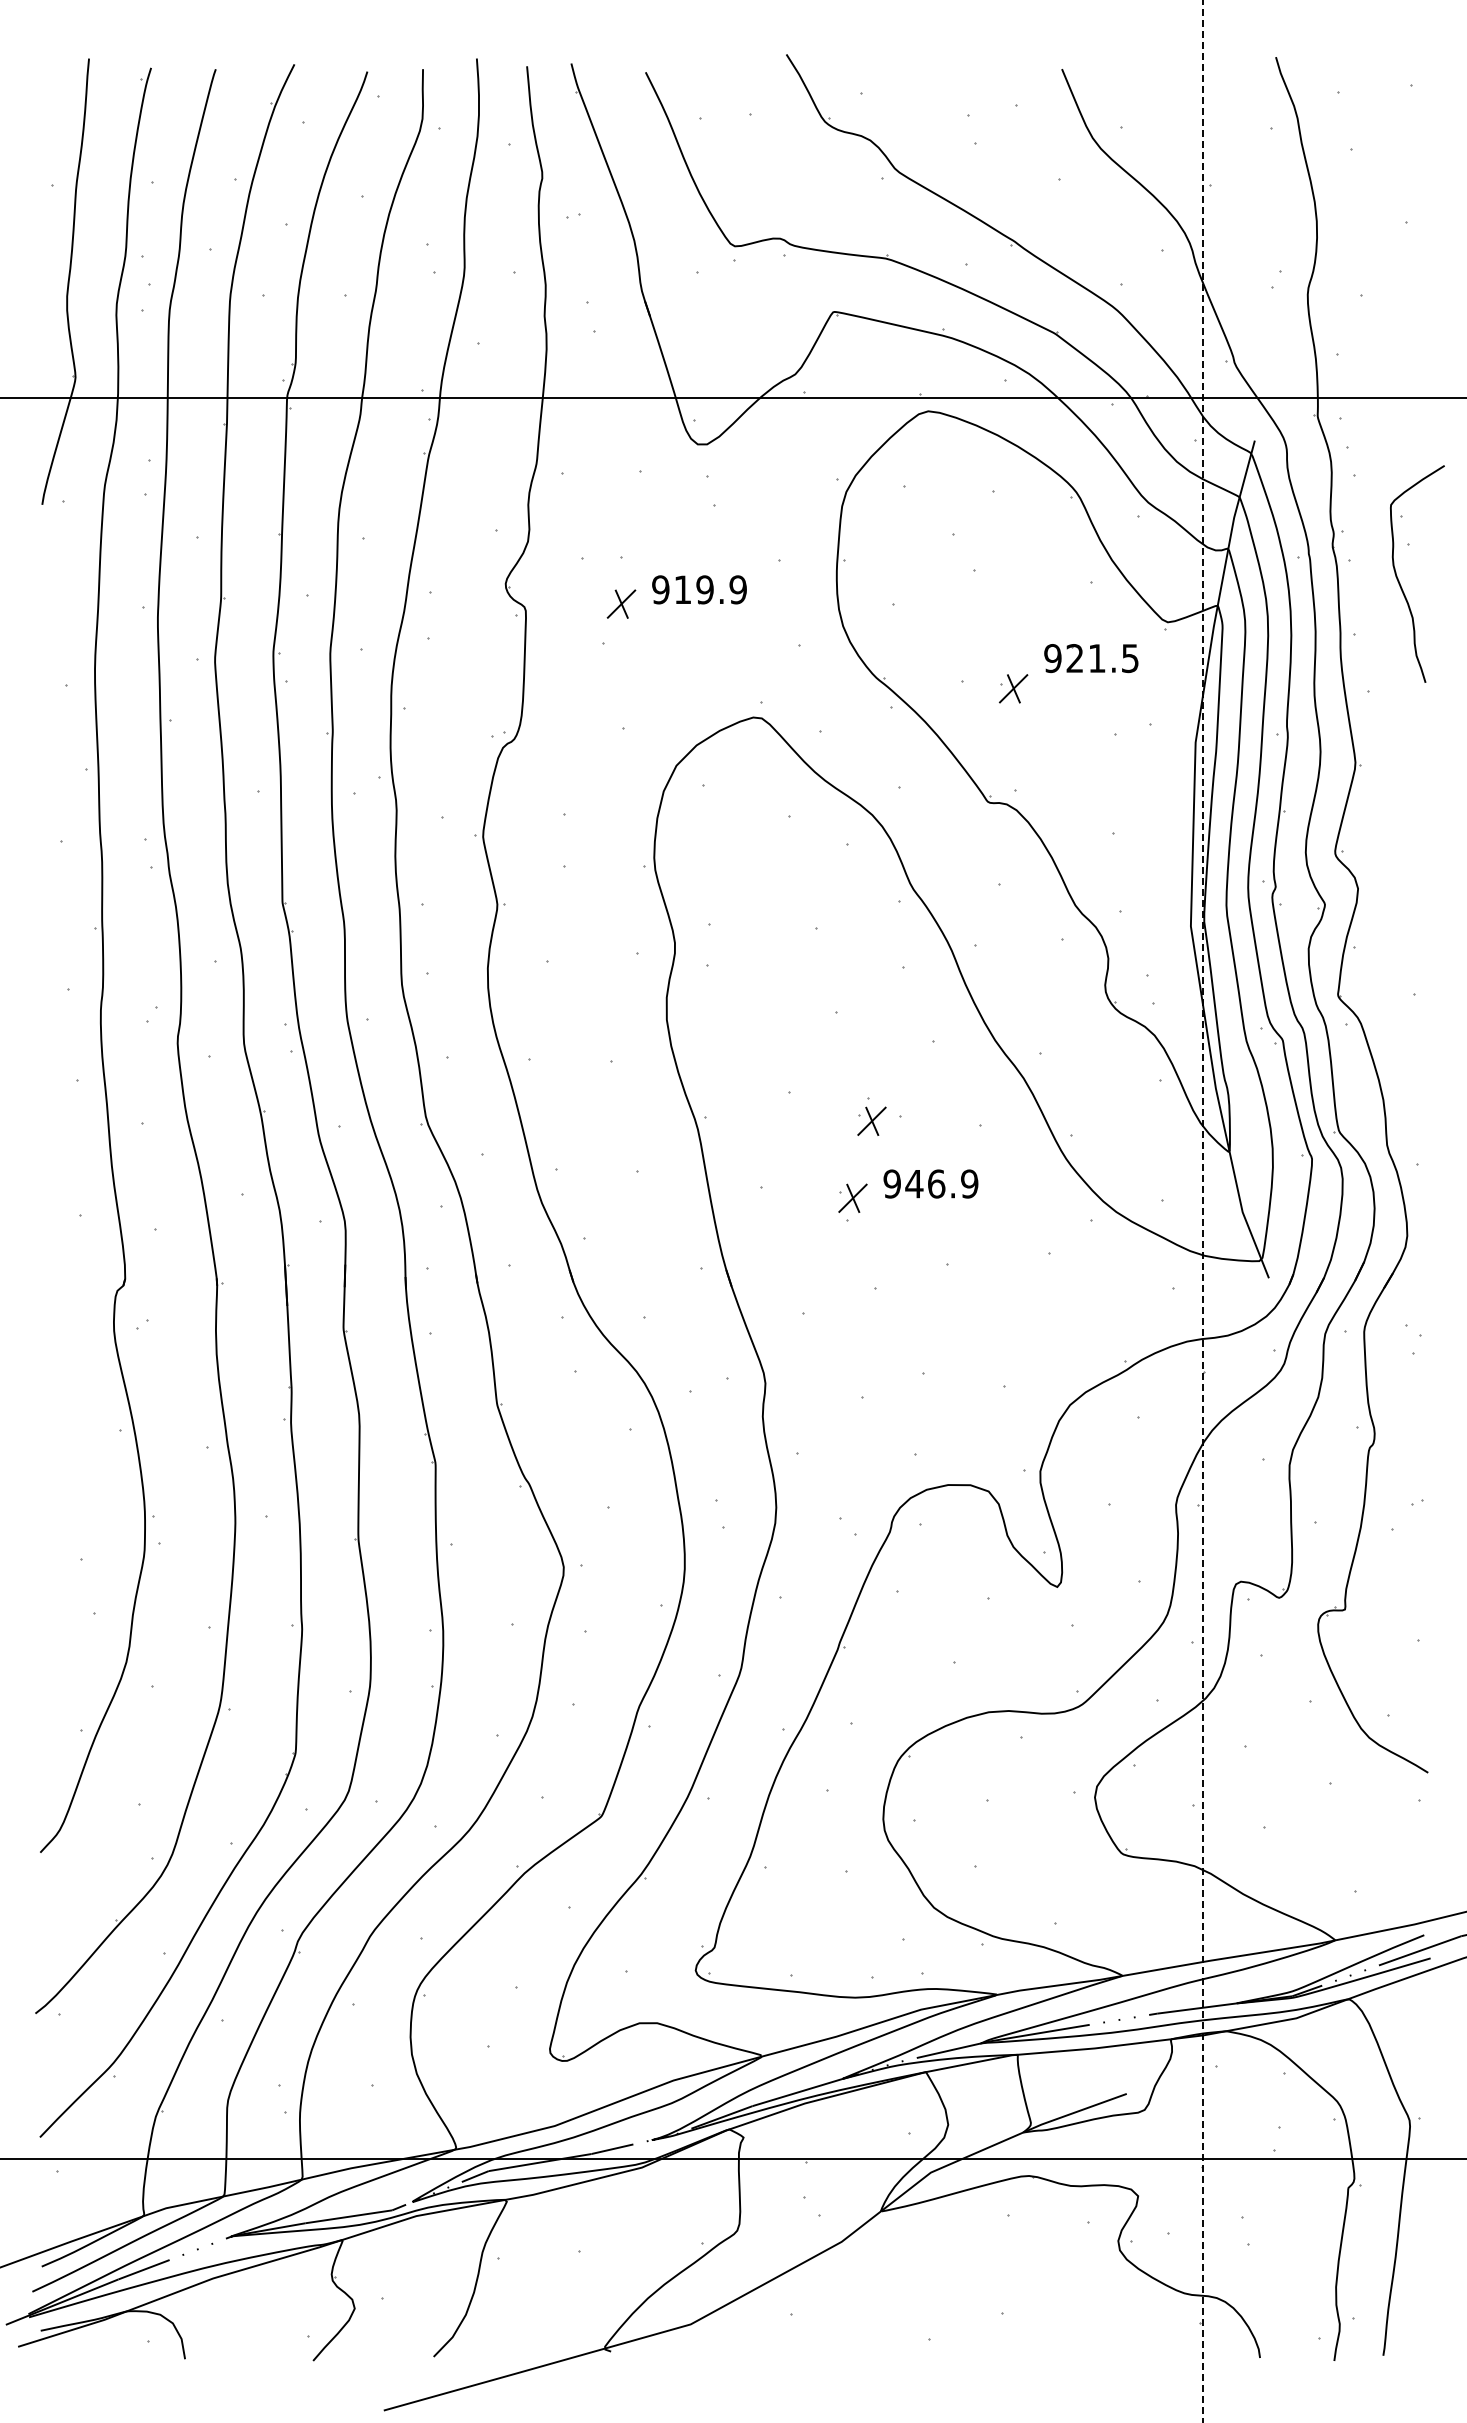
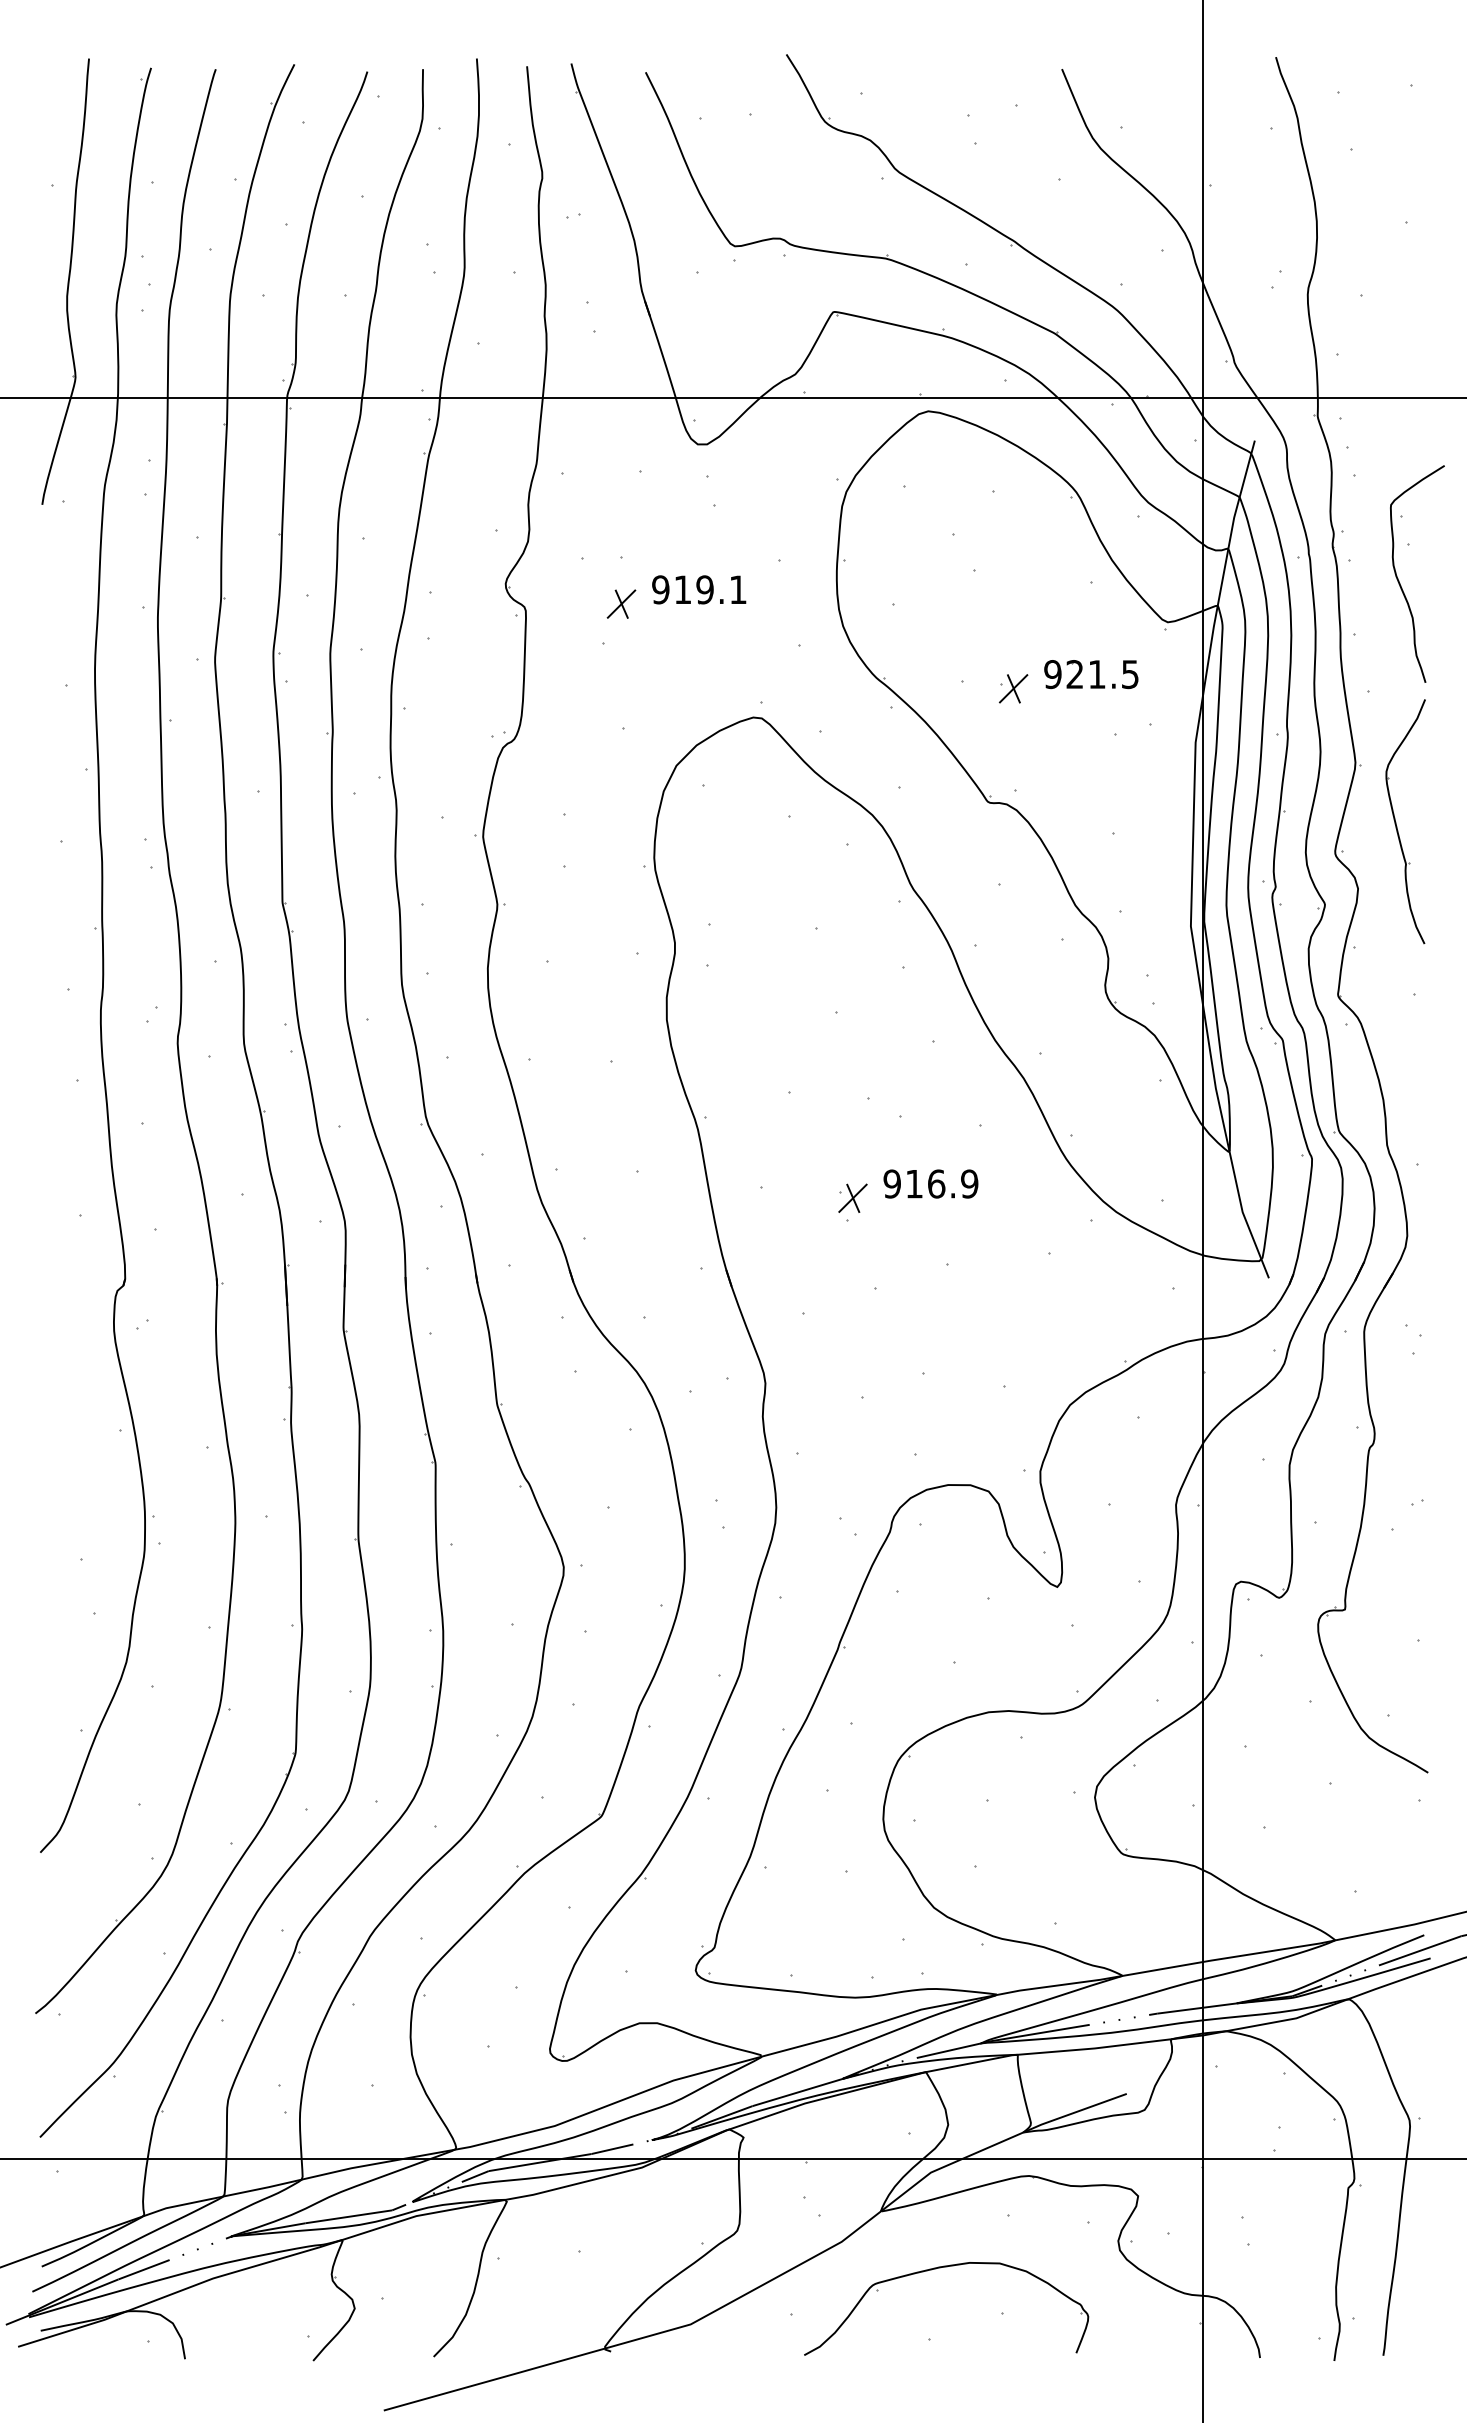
text at (737, 589): 919.9 -> 919.1
part at (1091, 658) position: (1091, 658) -> (1091, 674)
part at (1396, 822): none -> present
part at (871, 1120): present -> none
text at (914, 1184): 946.9 -> 916.9
line at (1202, 1212): dashed -> solid
part at (936, 2269): none -> present
